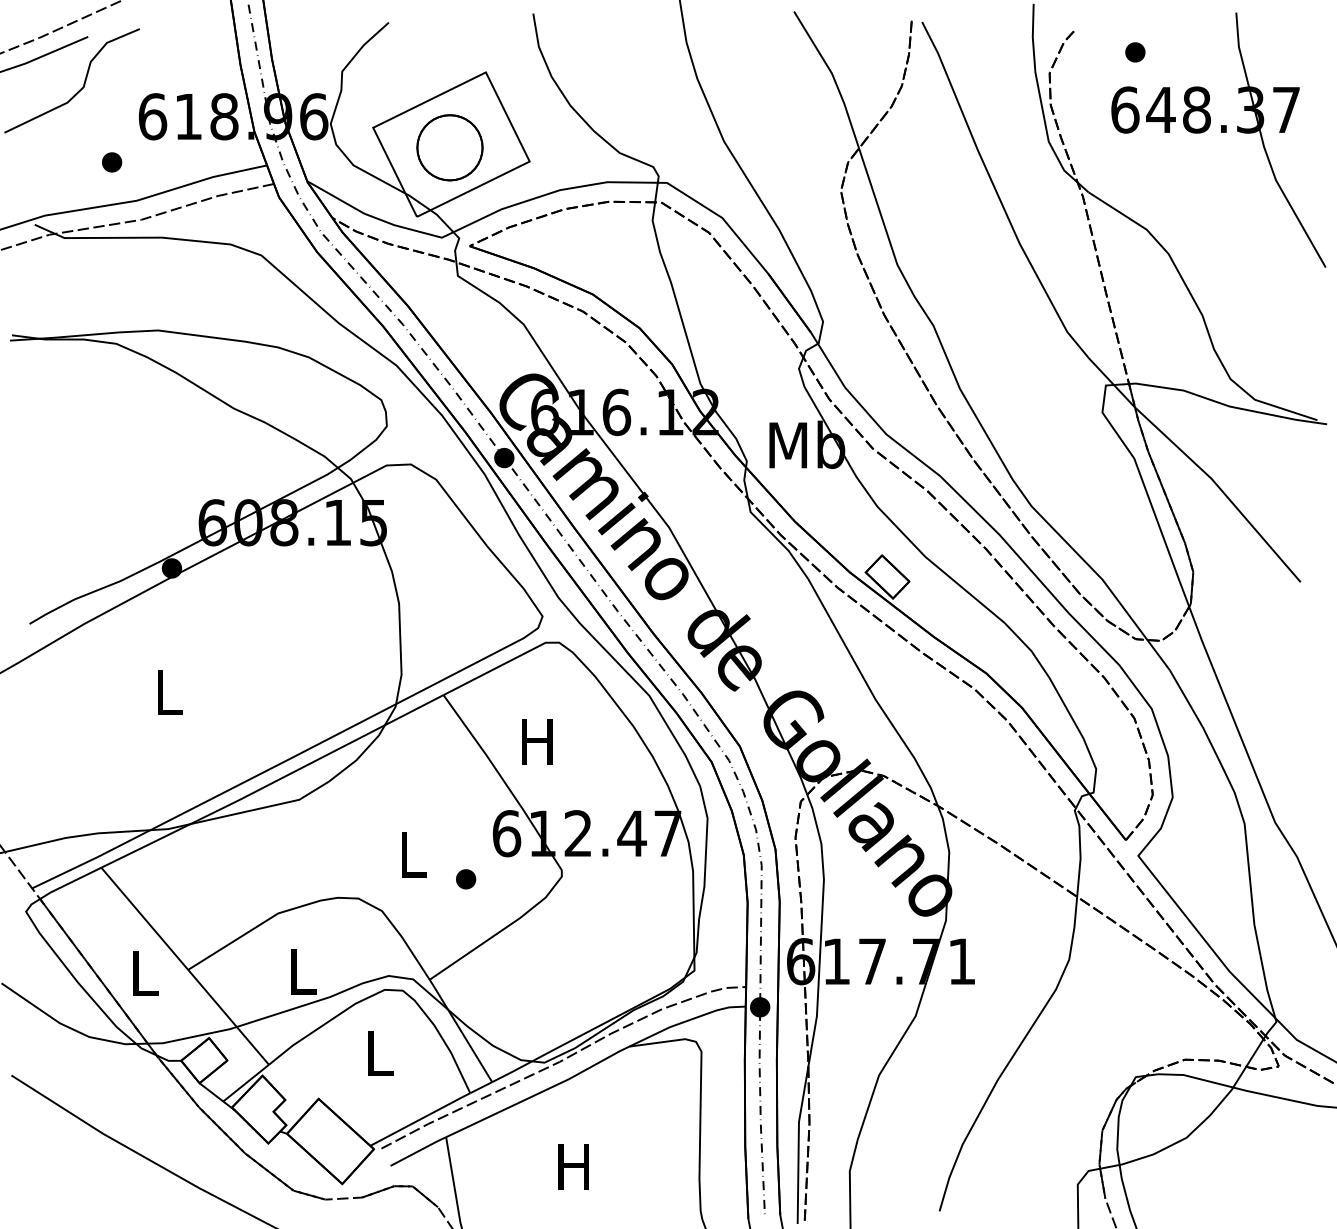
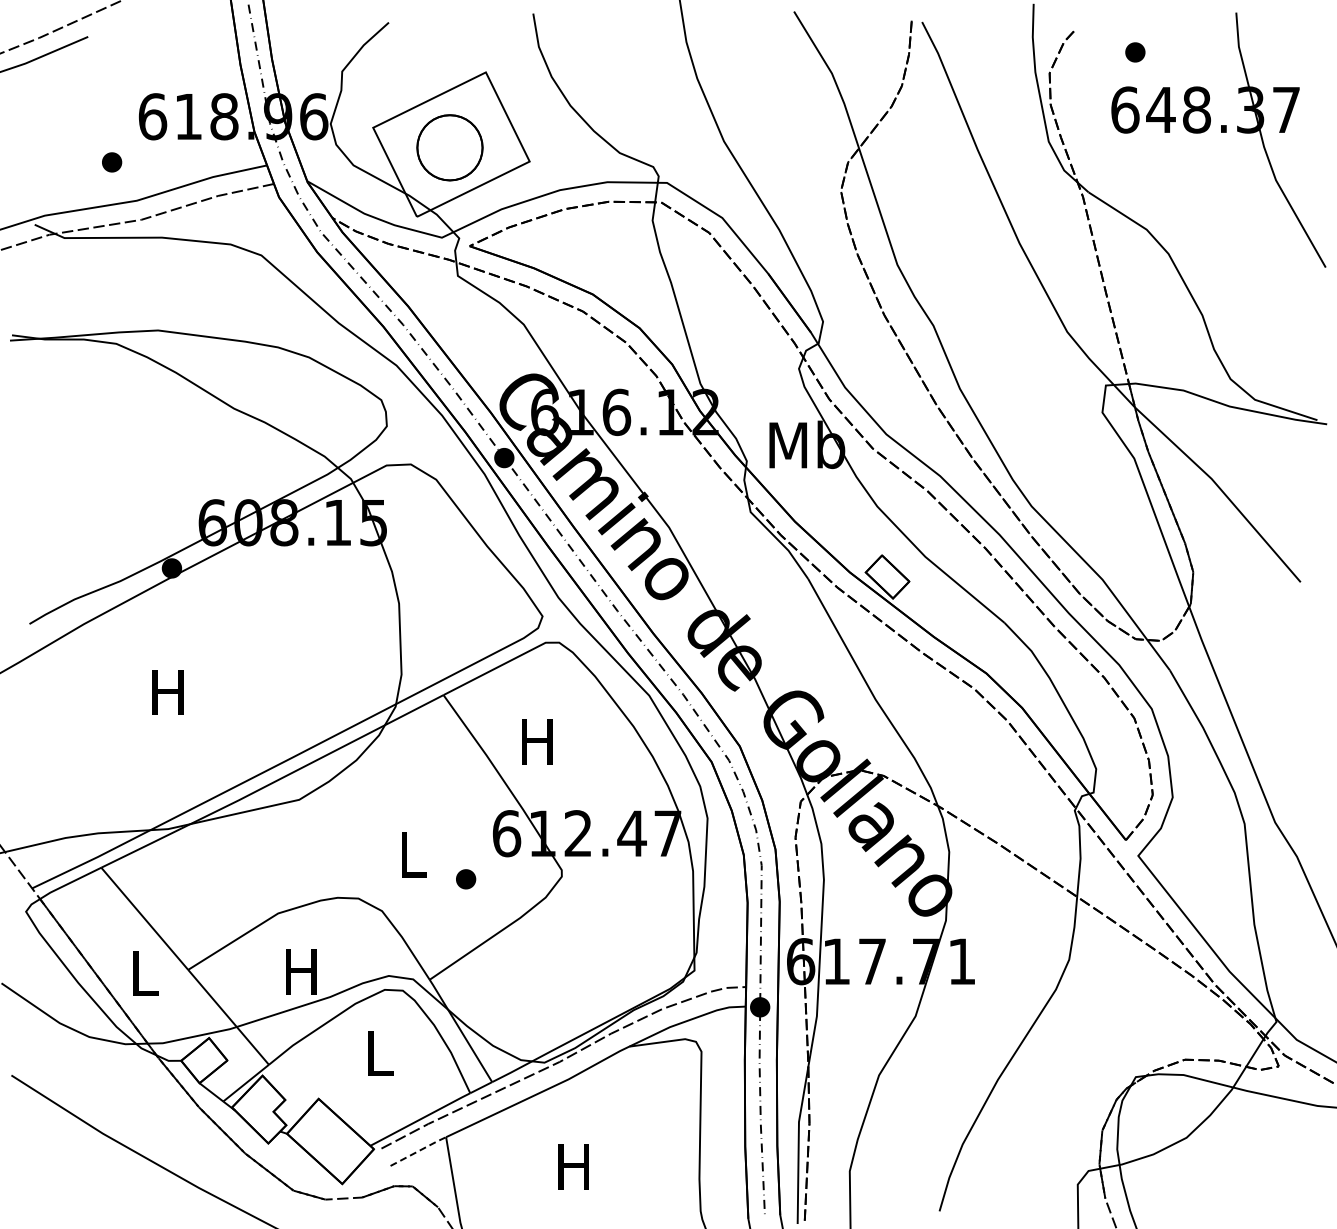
curve at (80, 88): present -> none
text at (167, 692): L -> H
text at (301, 971): L -> H
line at (419, 1150): solid -> dashed
